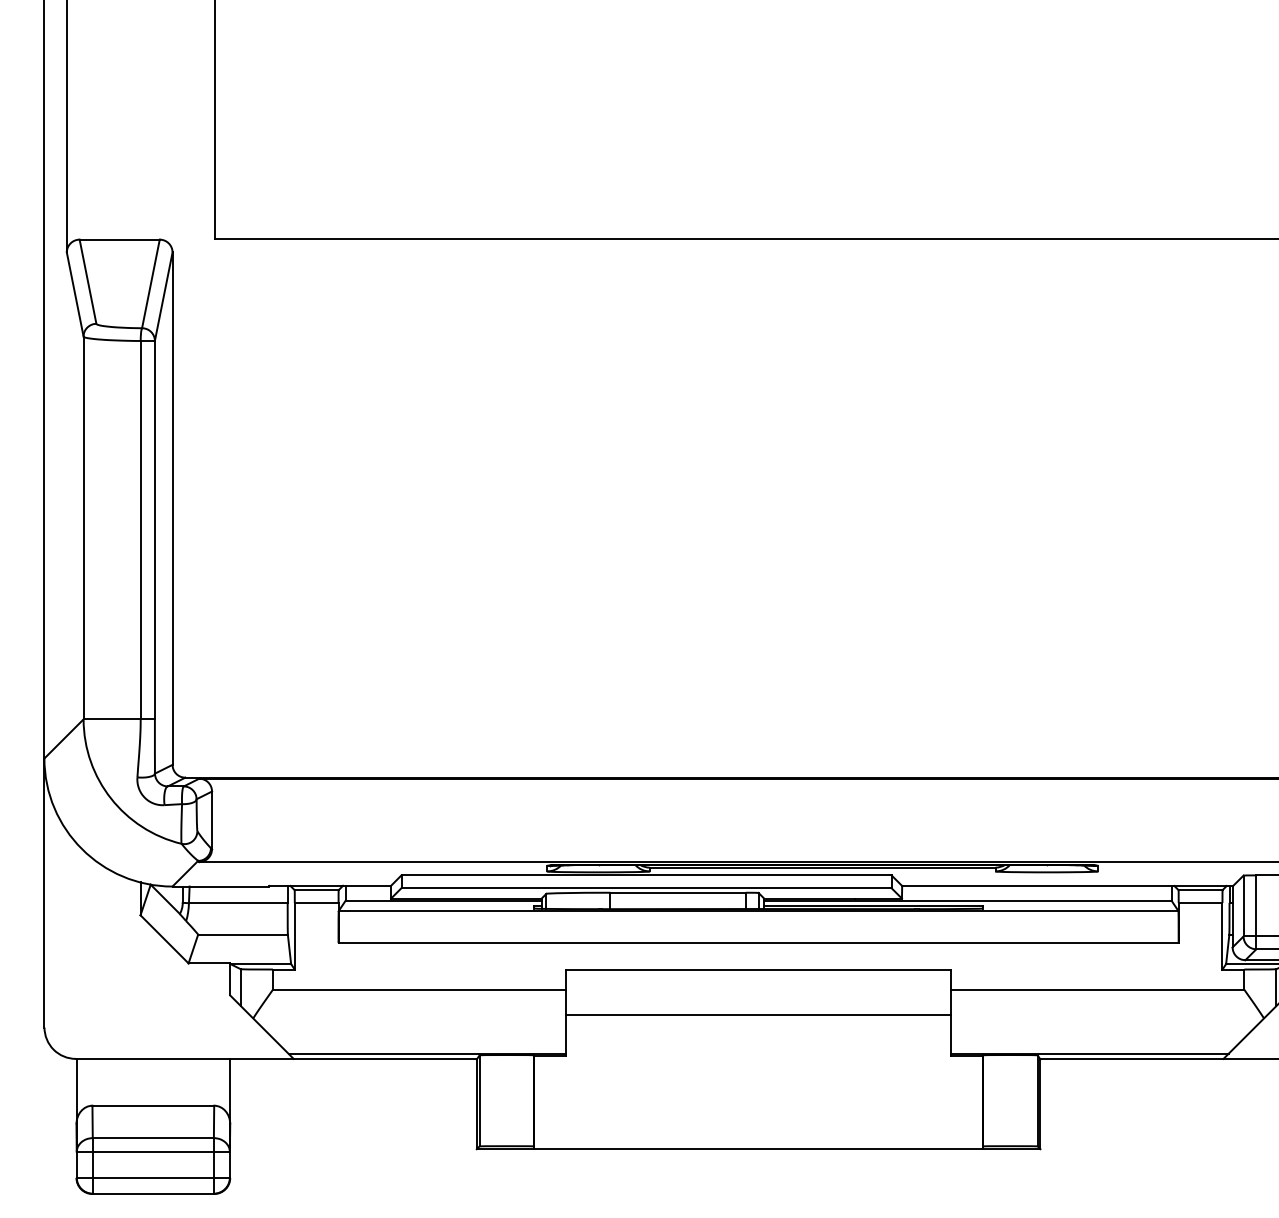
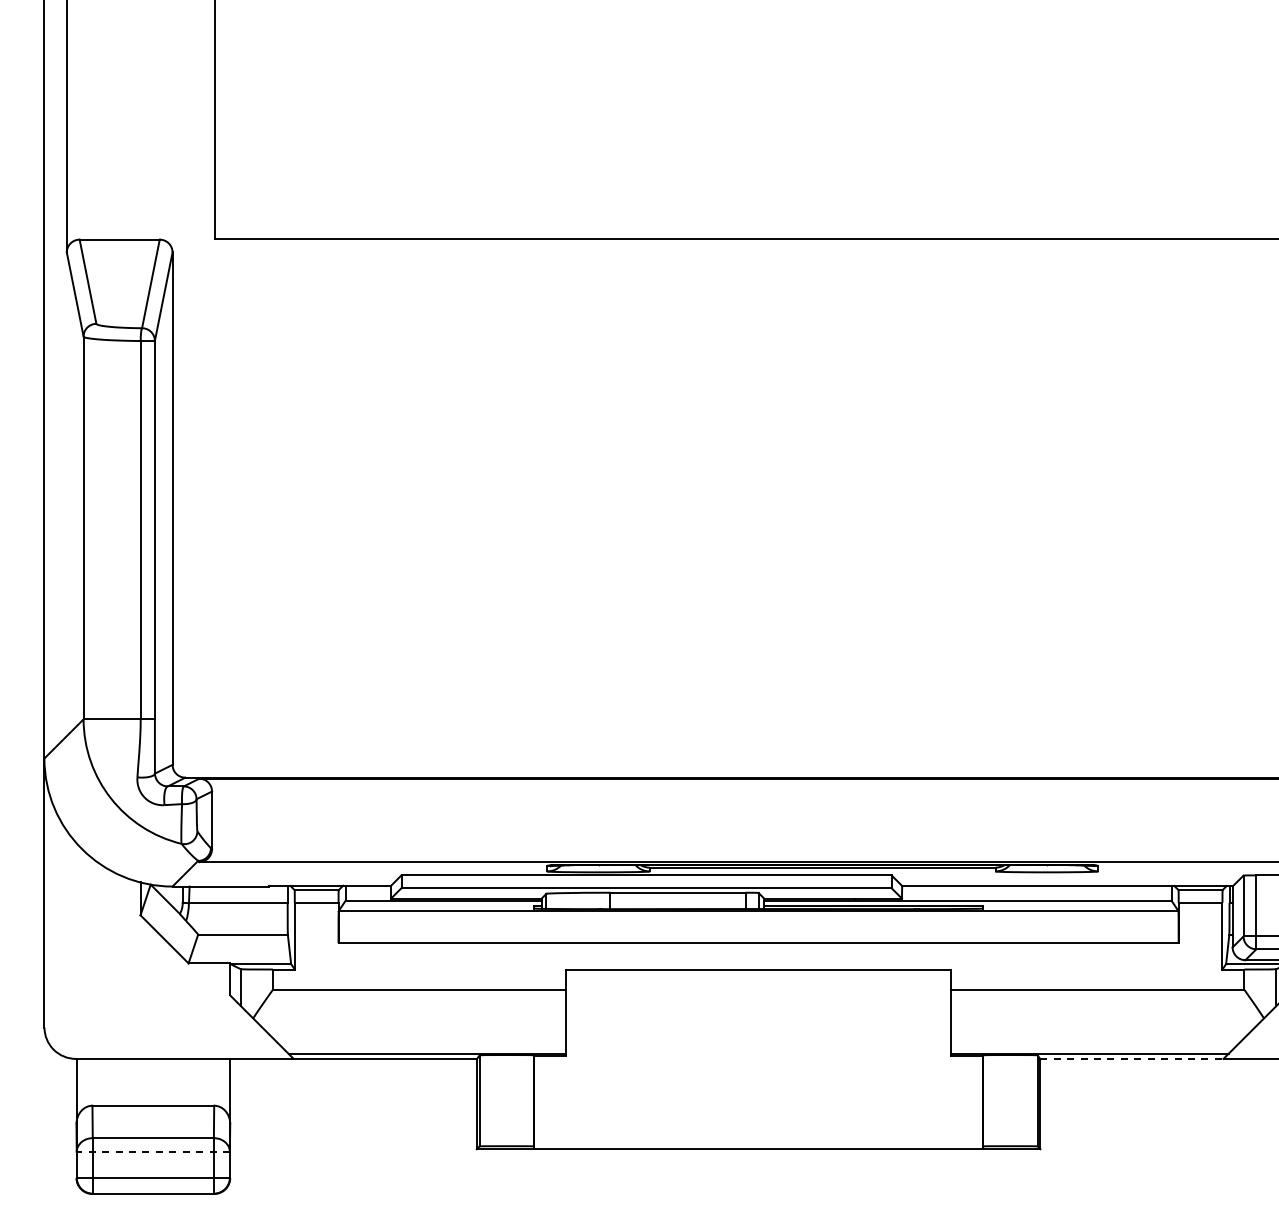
line at (758, 1014): present -> none
line at (1131, 1059): solid -> dashed
line at (153, 1151): solid -> dashed
